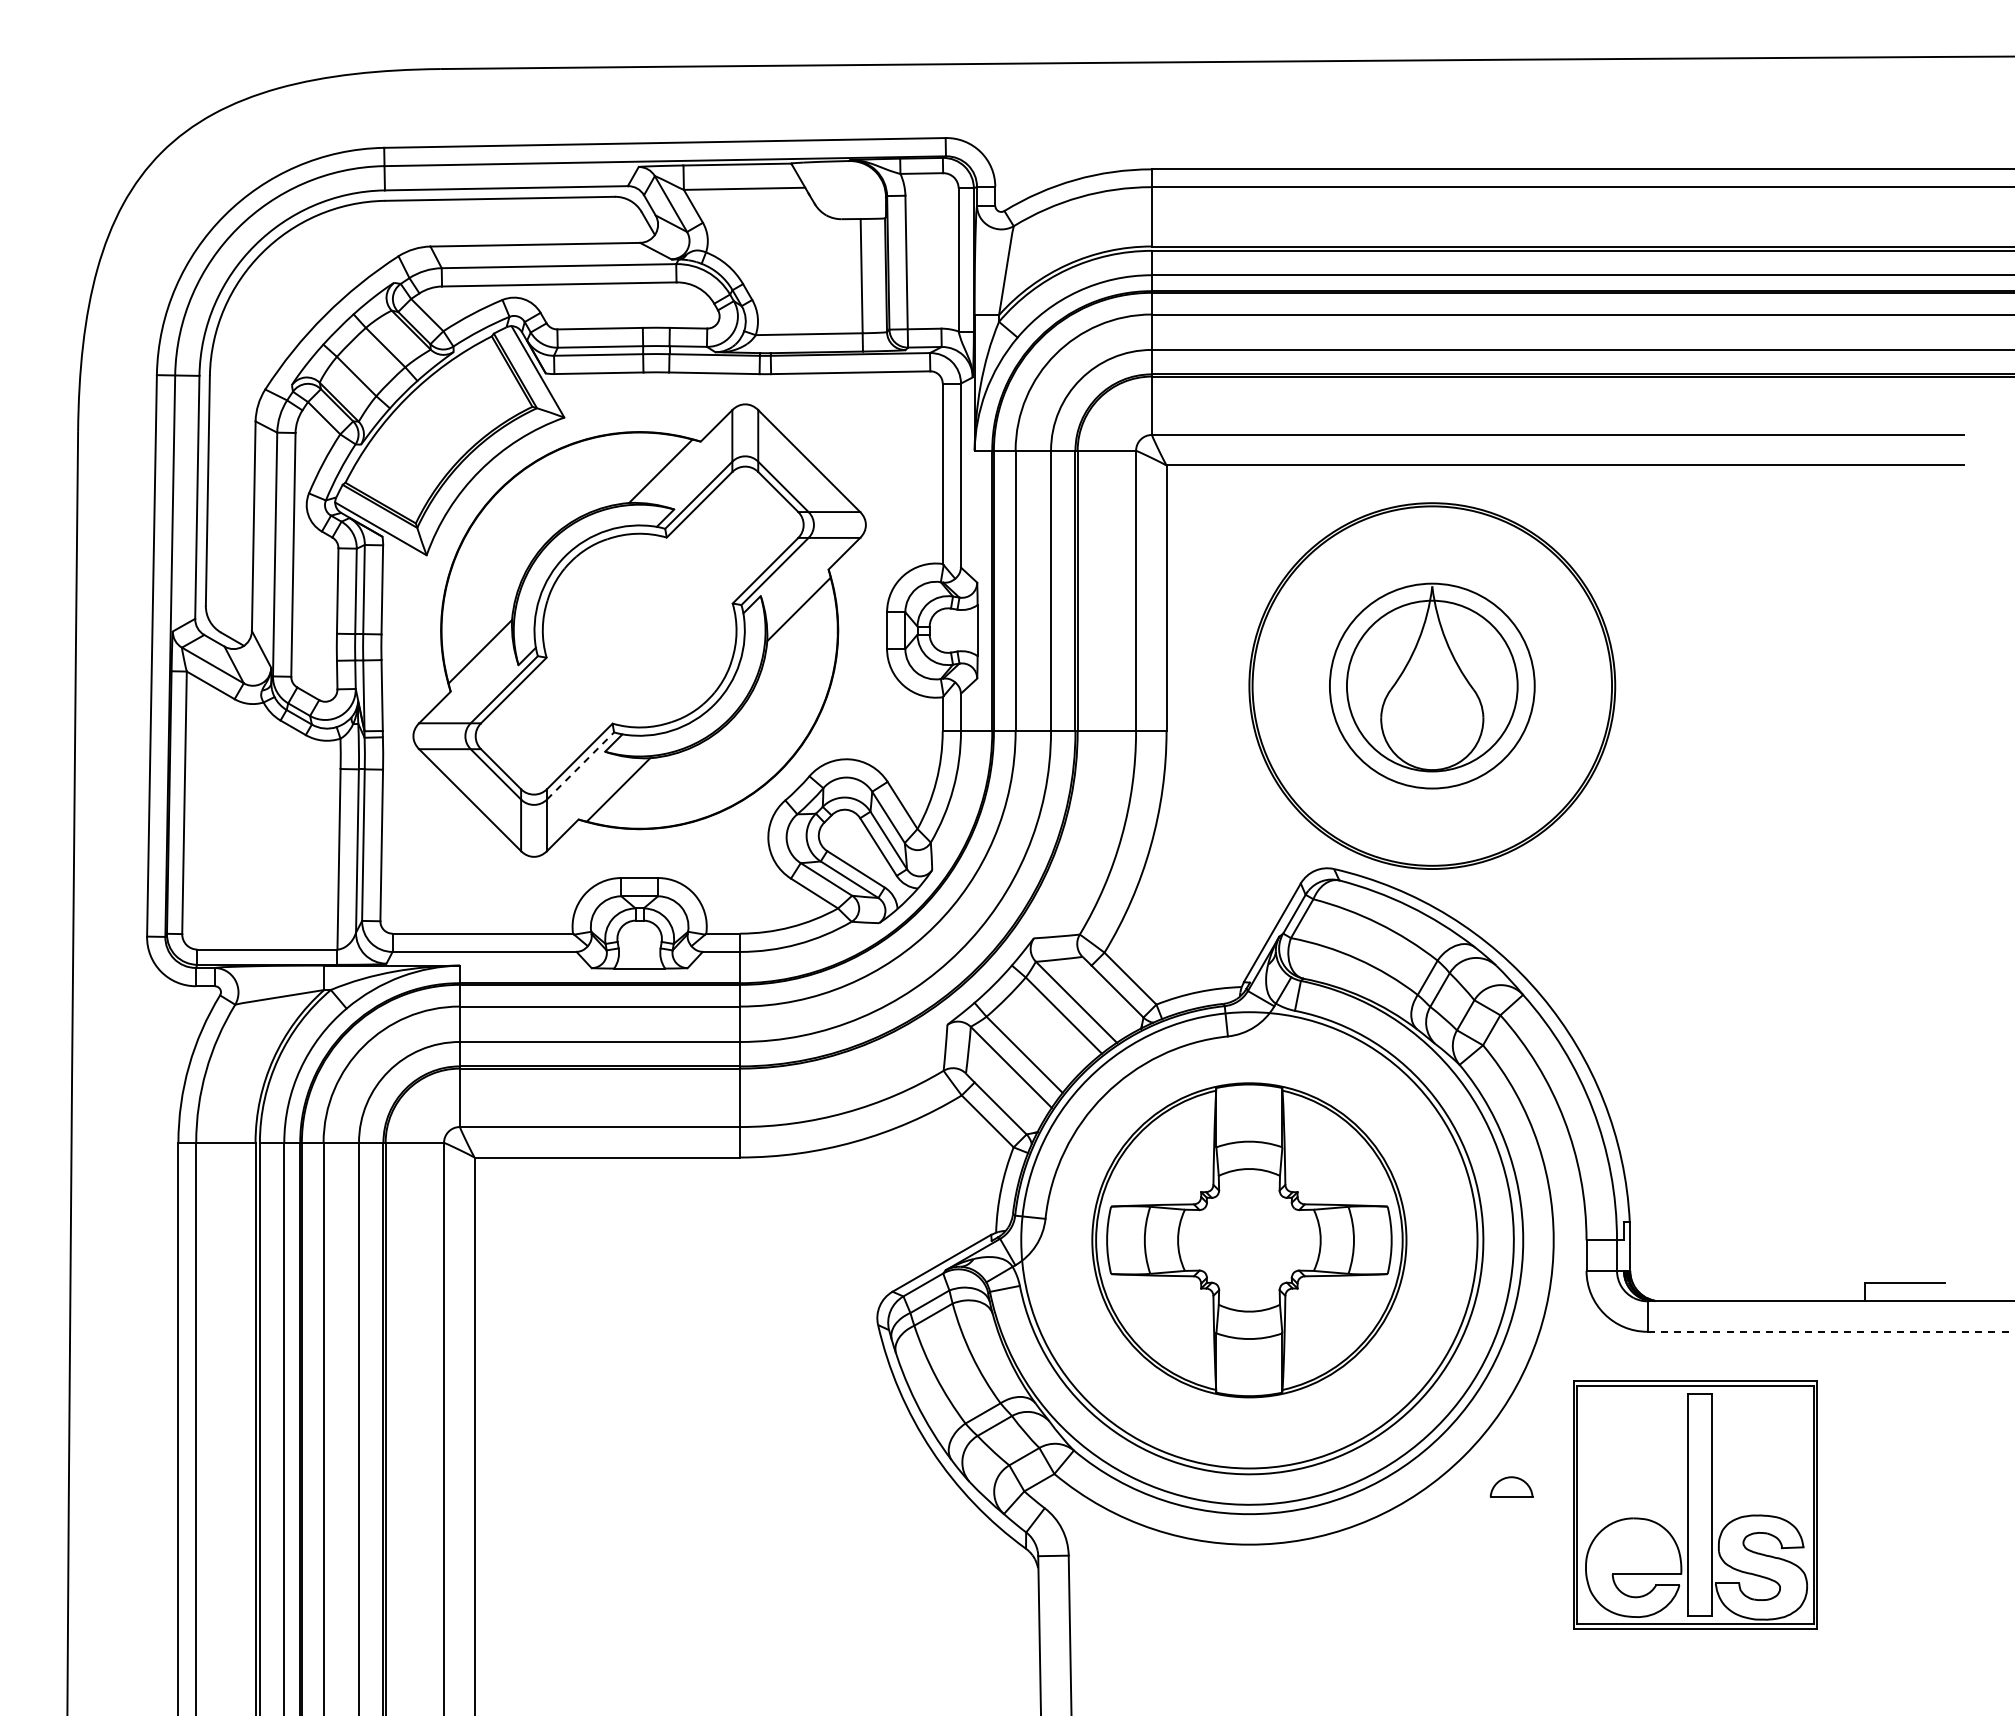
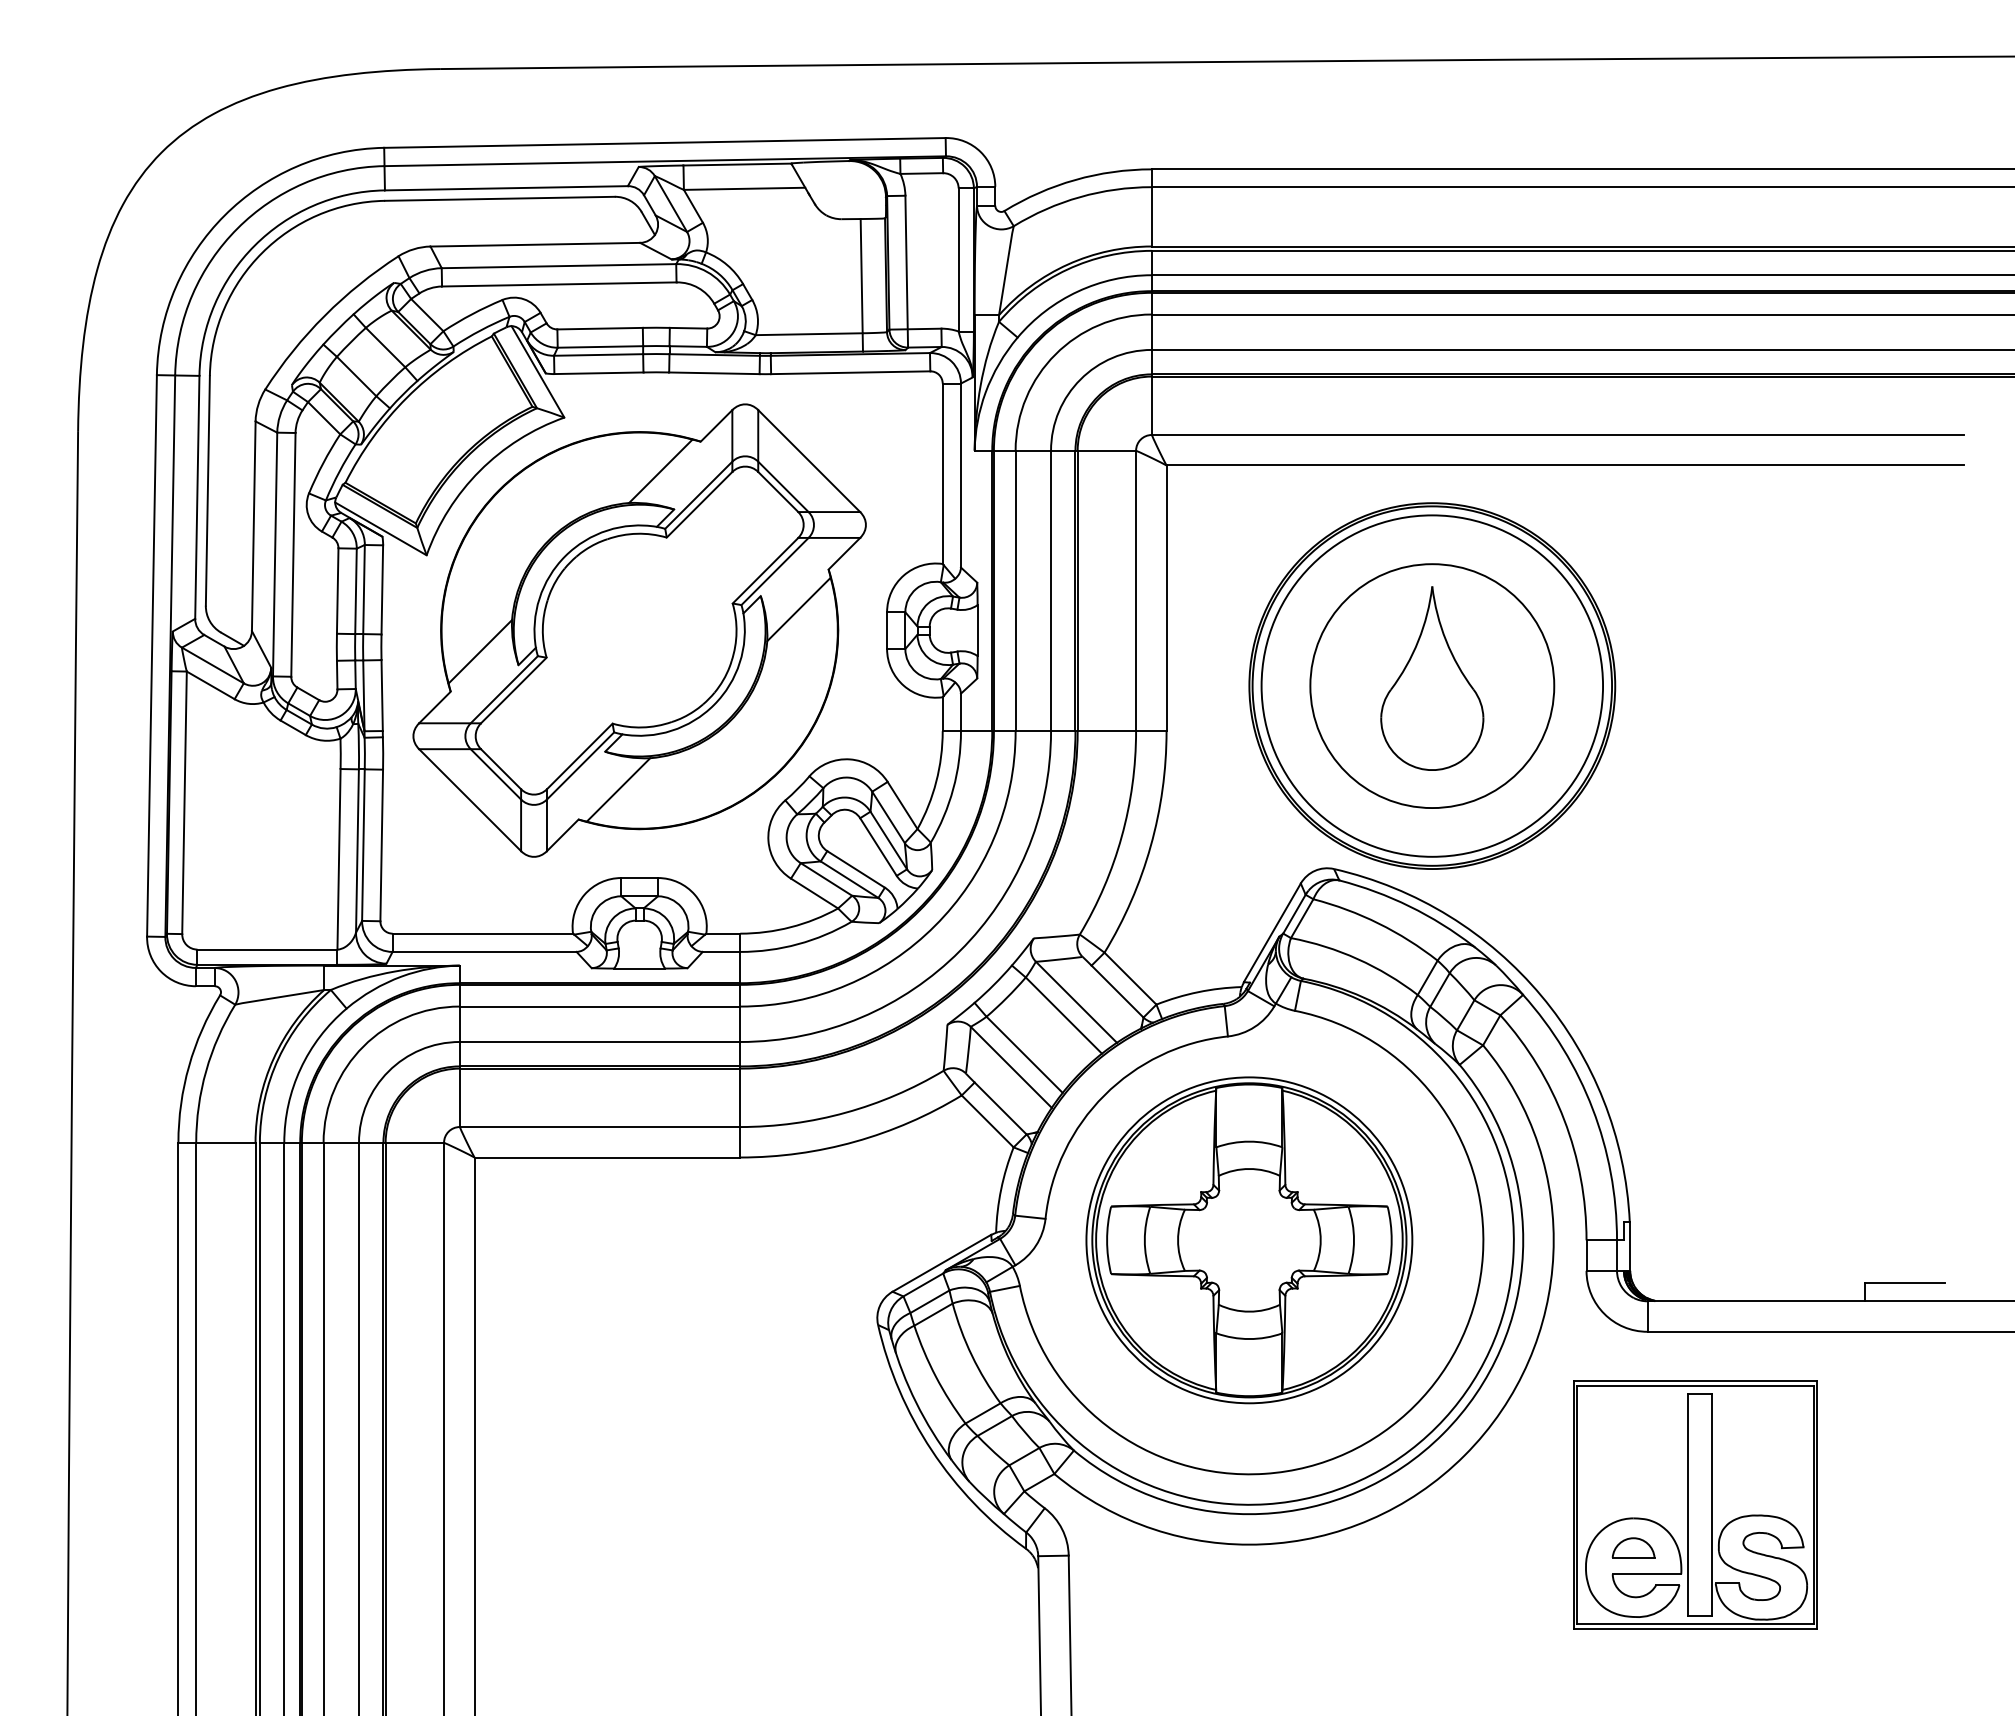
circle at (1431, 685) diameter: 171 px -> 244 px
circle at (1431, 685) diameter: 205 px -> 341 px
line at (580, 765): dashed -> solid
circle at (1249, 1240) diameter: 456 px -> 326 px
line at (1830, 1331): dashed -> solid
part at (1511, 1486) position: (1511, 1486) -> (1633, 1547)
